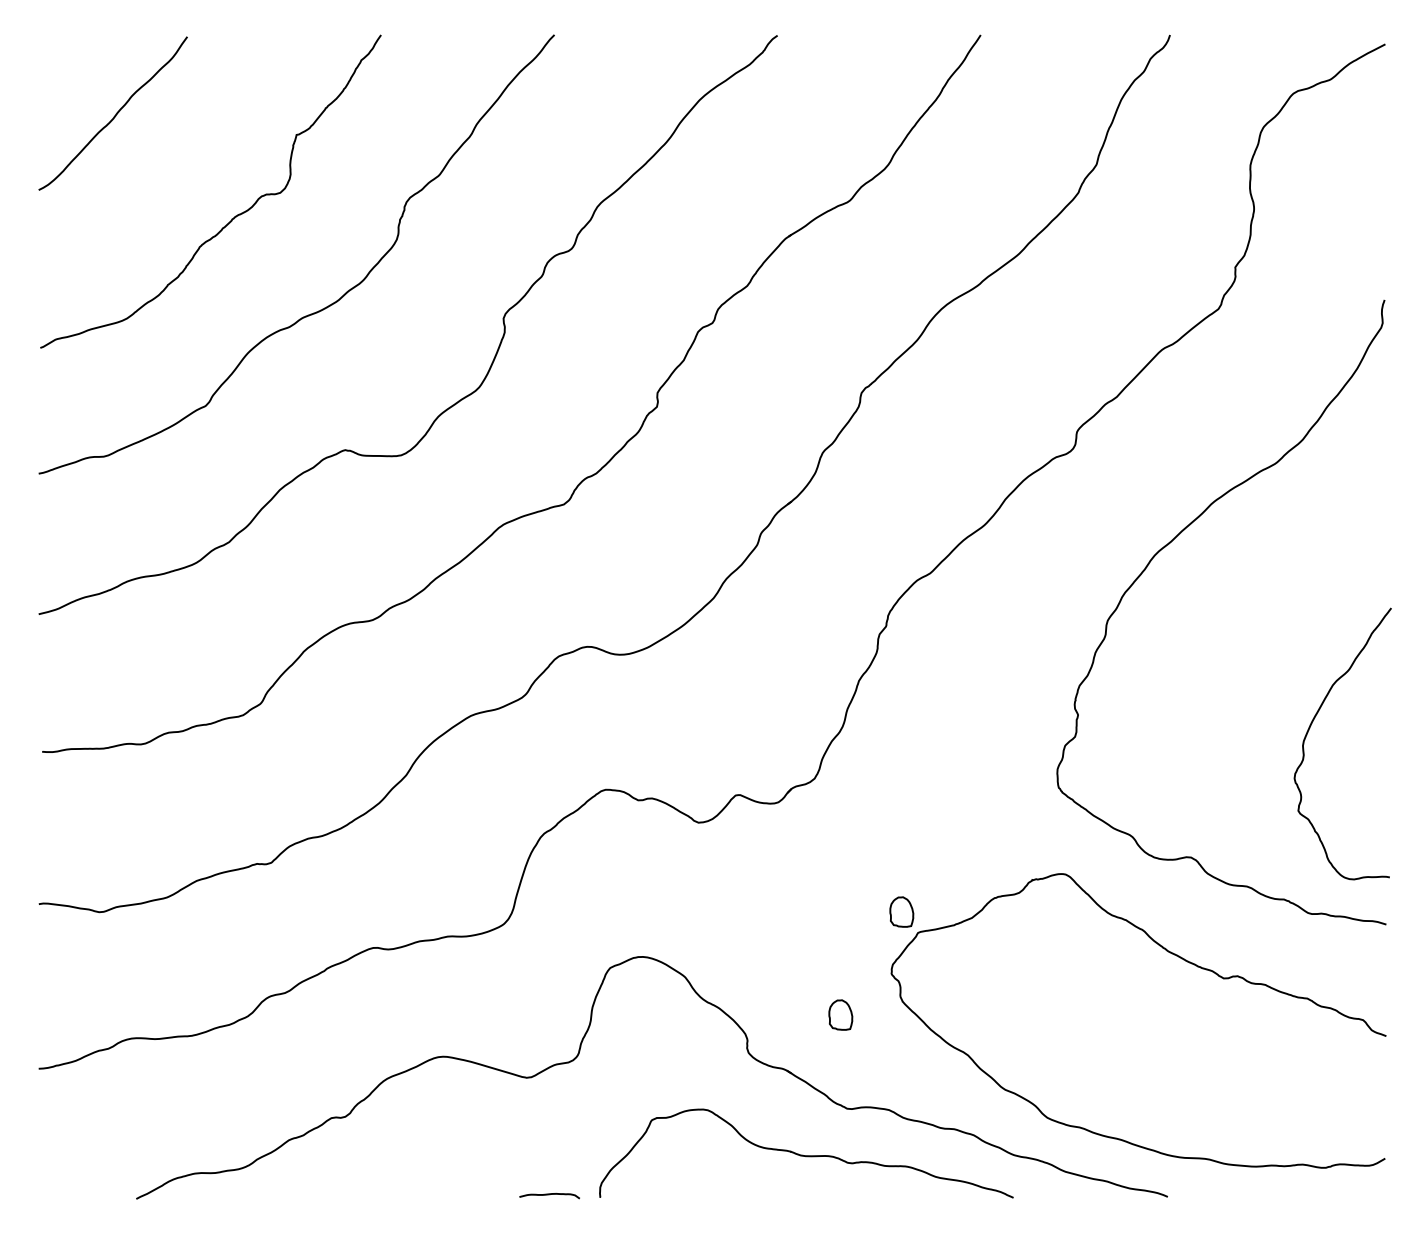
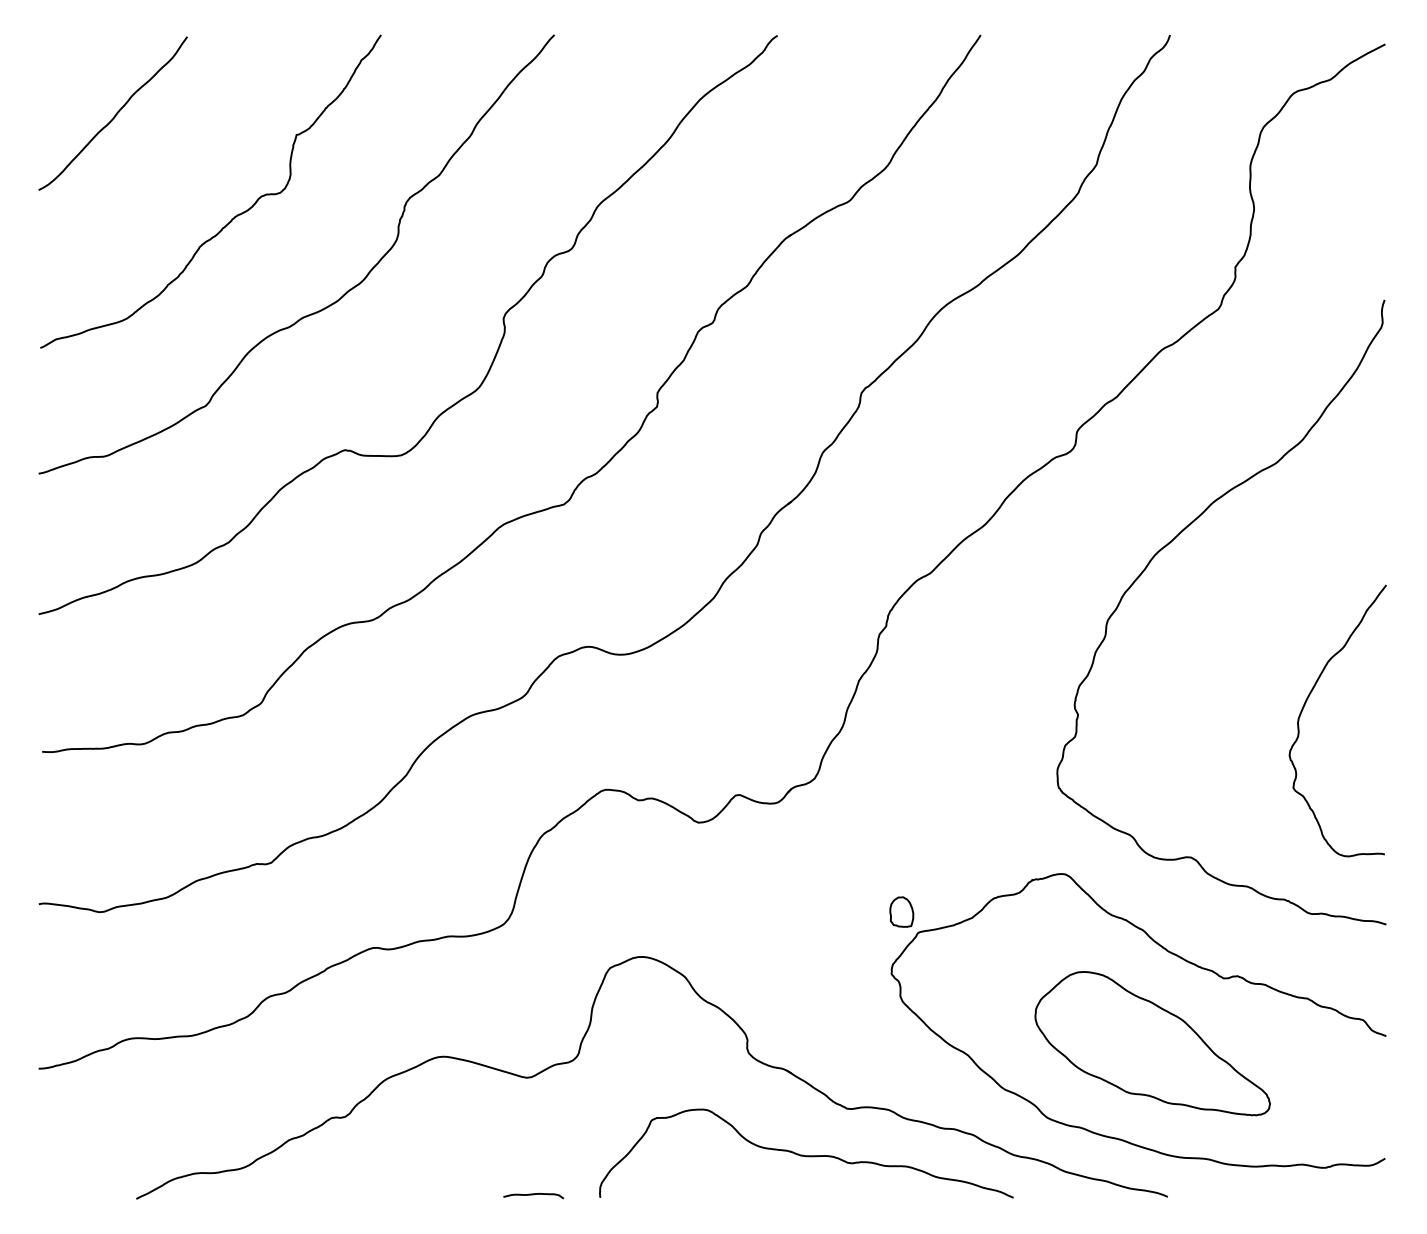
curve at (1310, 728) position: (1310, 728) -> (1305, 705)
part at (840, 1014): present -> none
part at (1152, 1043): none -> present
curve at (549, 1195) position: (549, 1195) -> (533, 1195)
